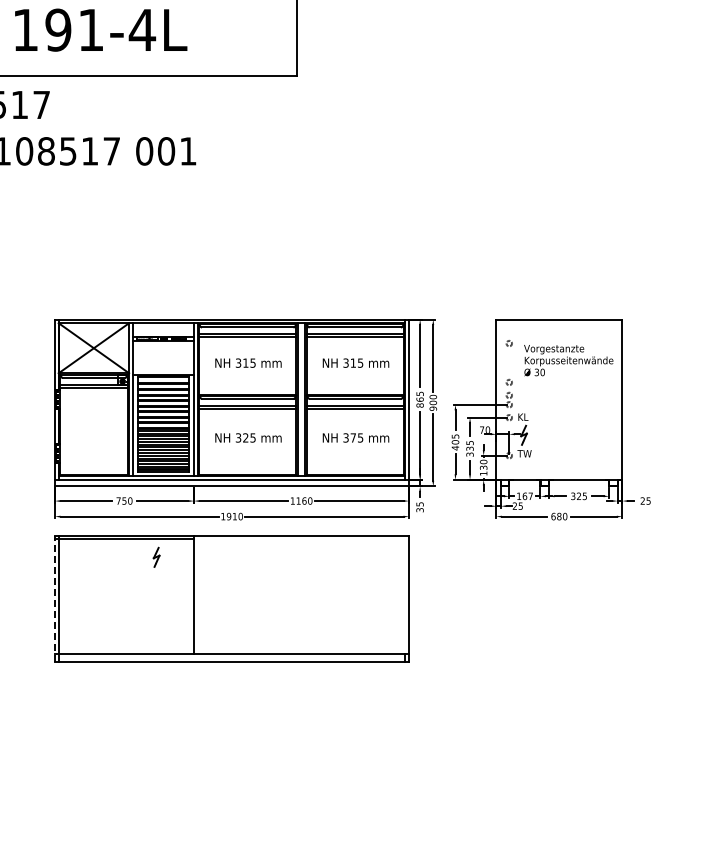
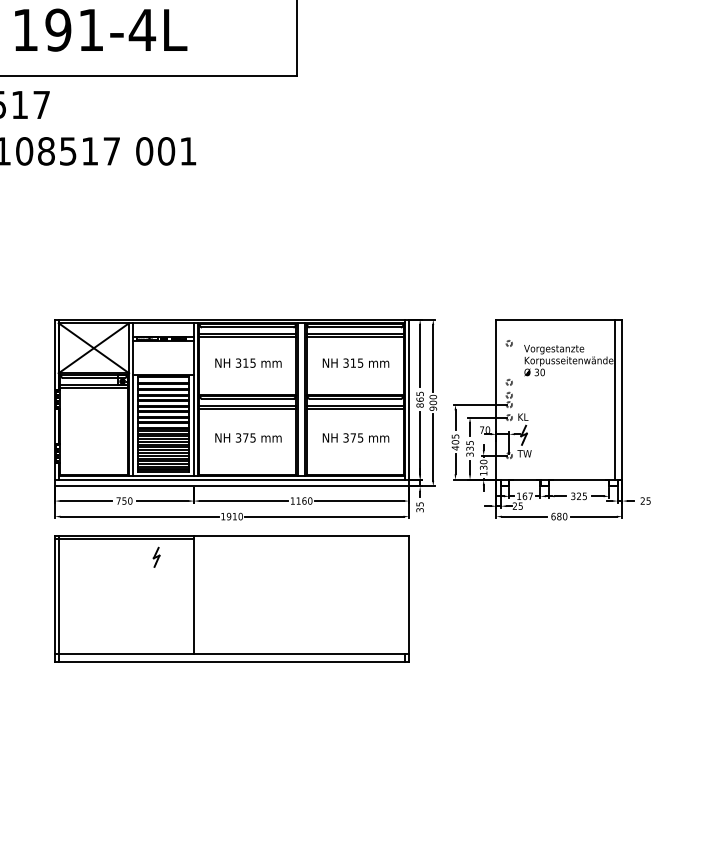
line at (614, 399): none -> present
text at (245, 437): 325 -> 375
line at (54, 598): dashed -> solid
